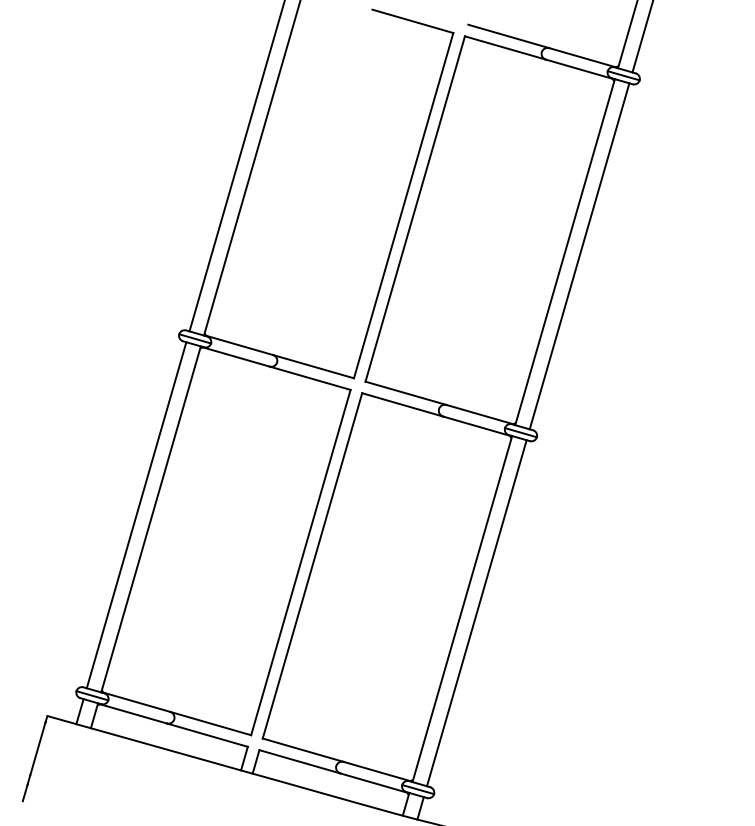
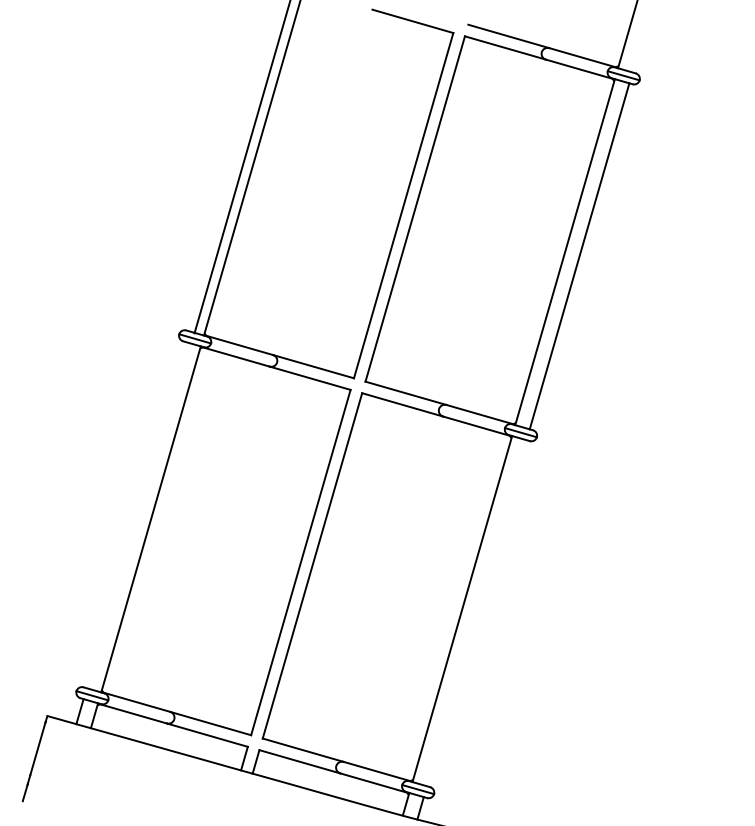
line at (642, 37): present -> none
line at (236, 166) position: (236, 166) -> (241, 167)
line at (136, 515): present -> none
line at (476, 613): present -> none
